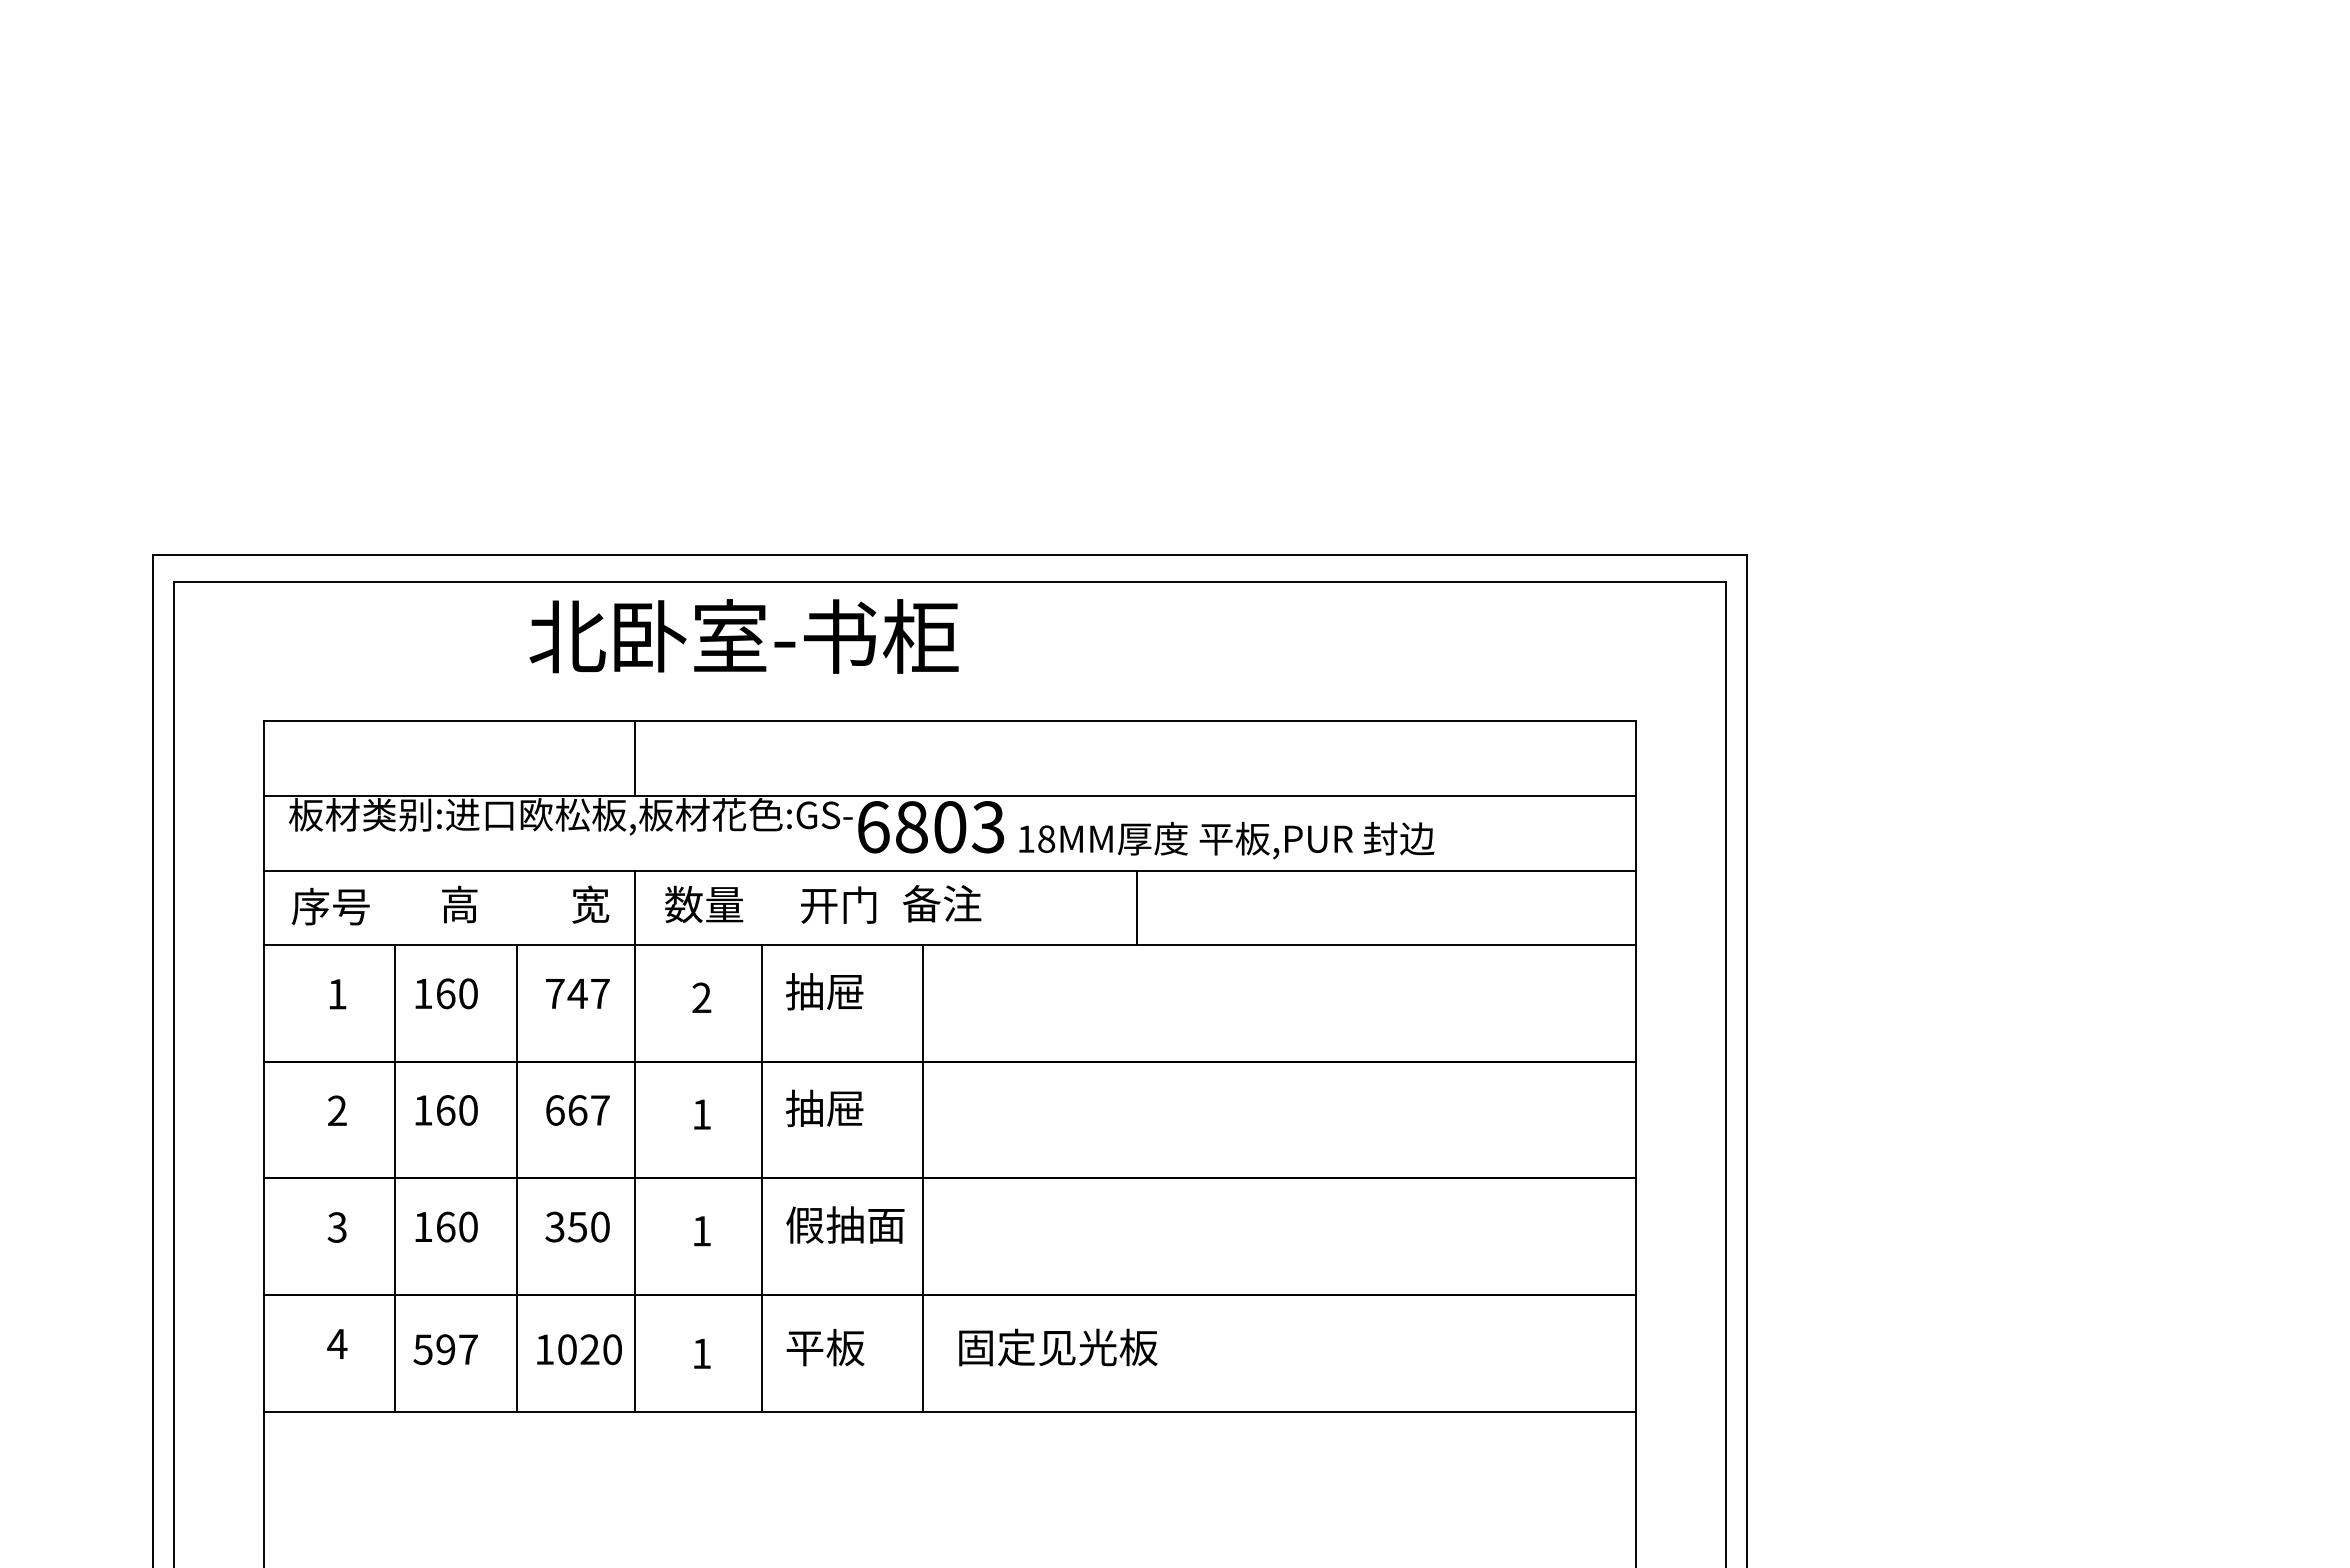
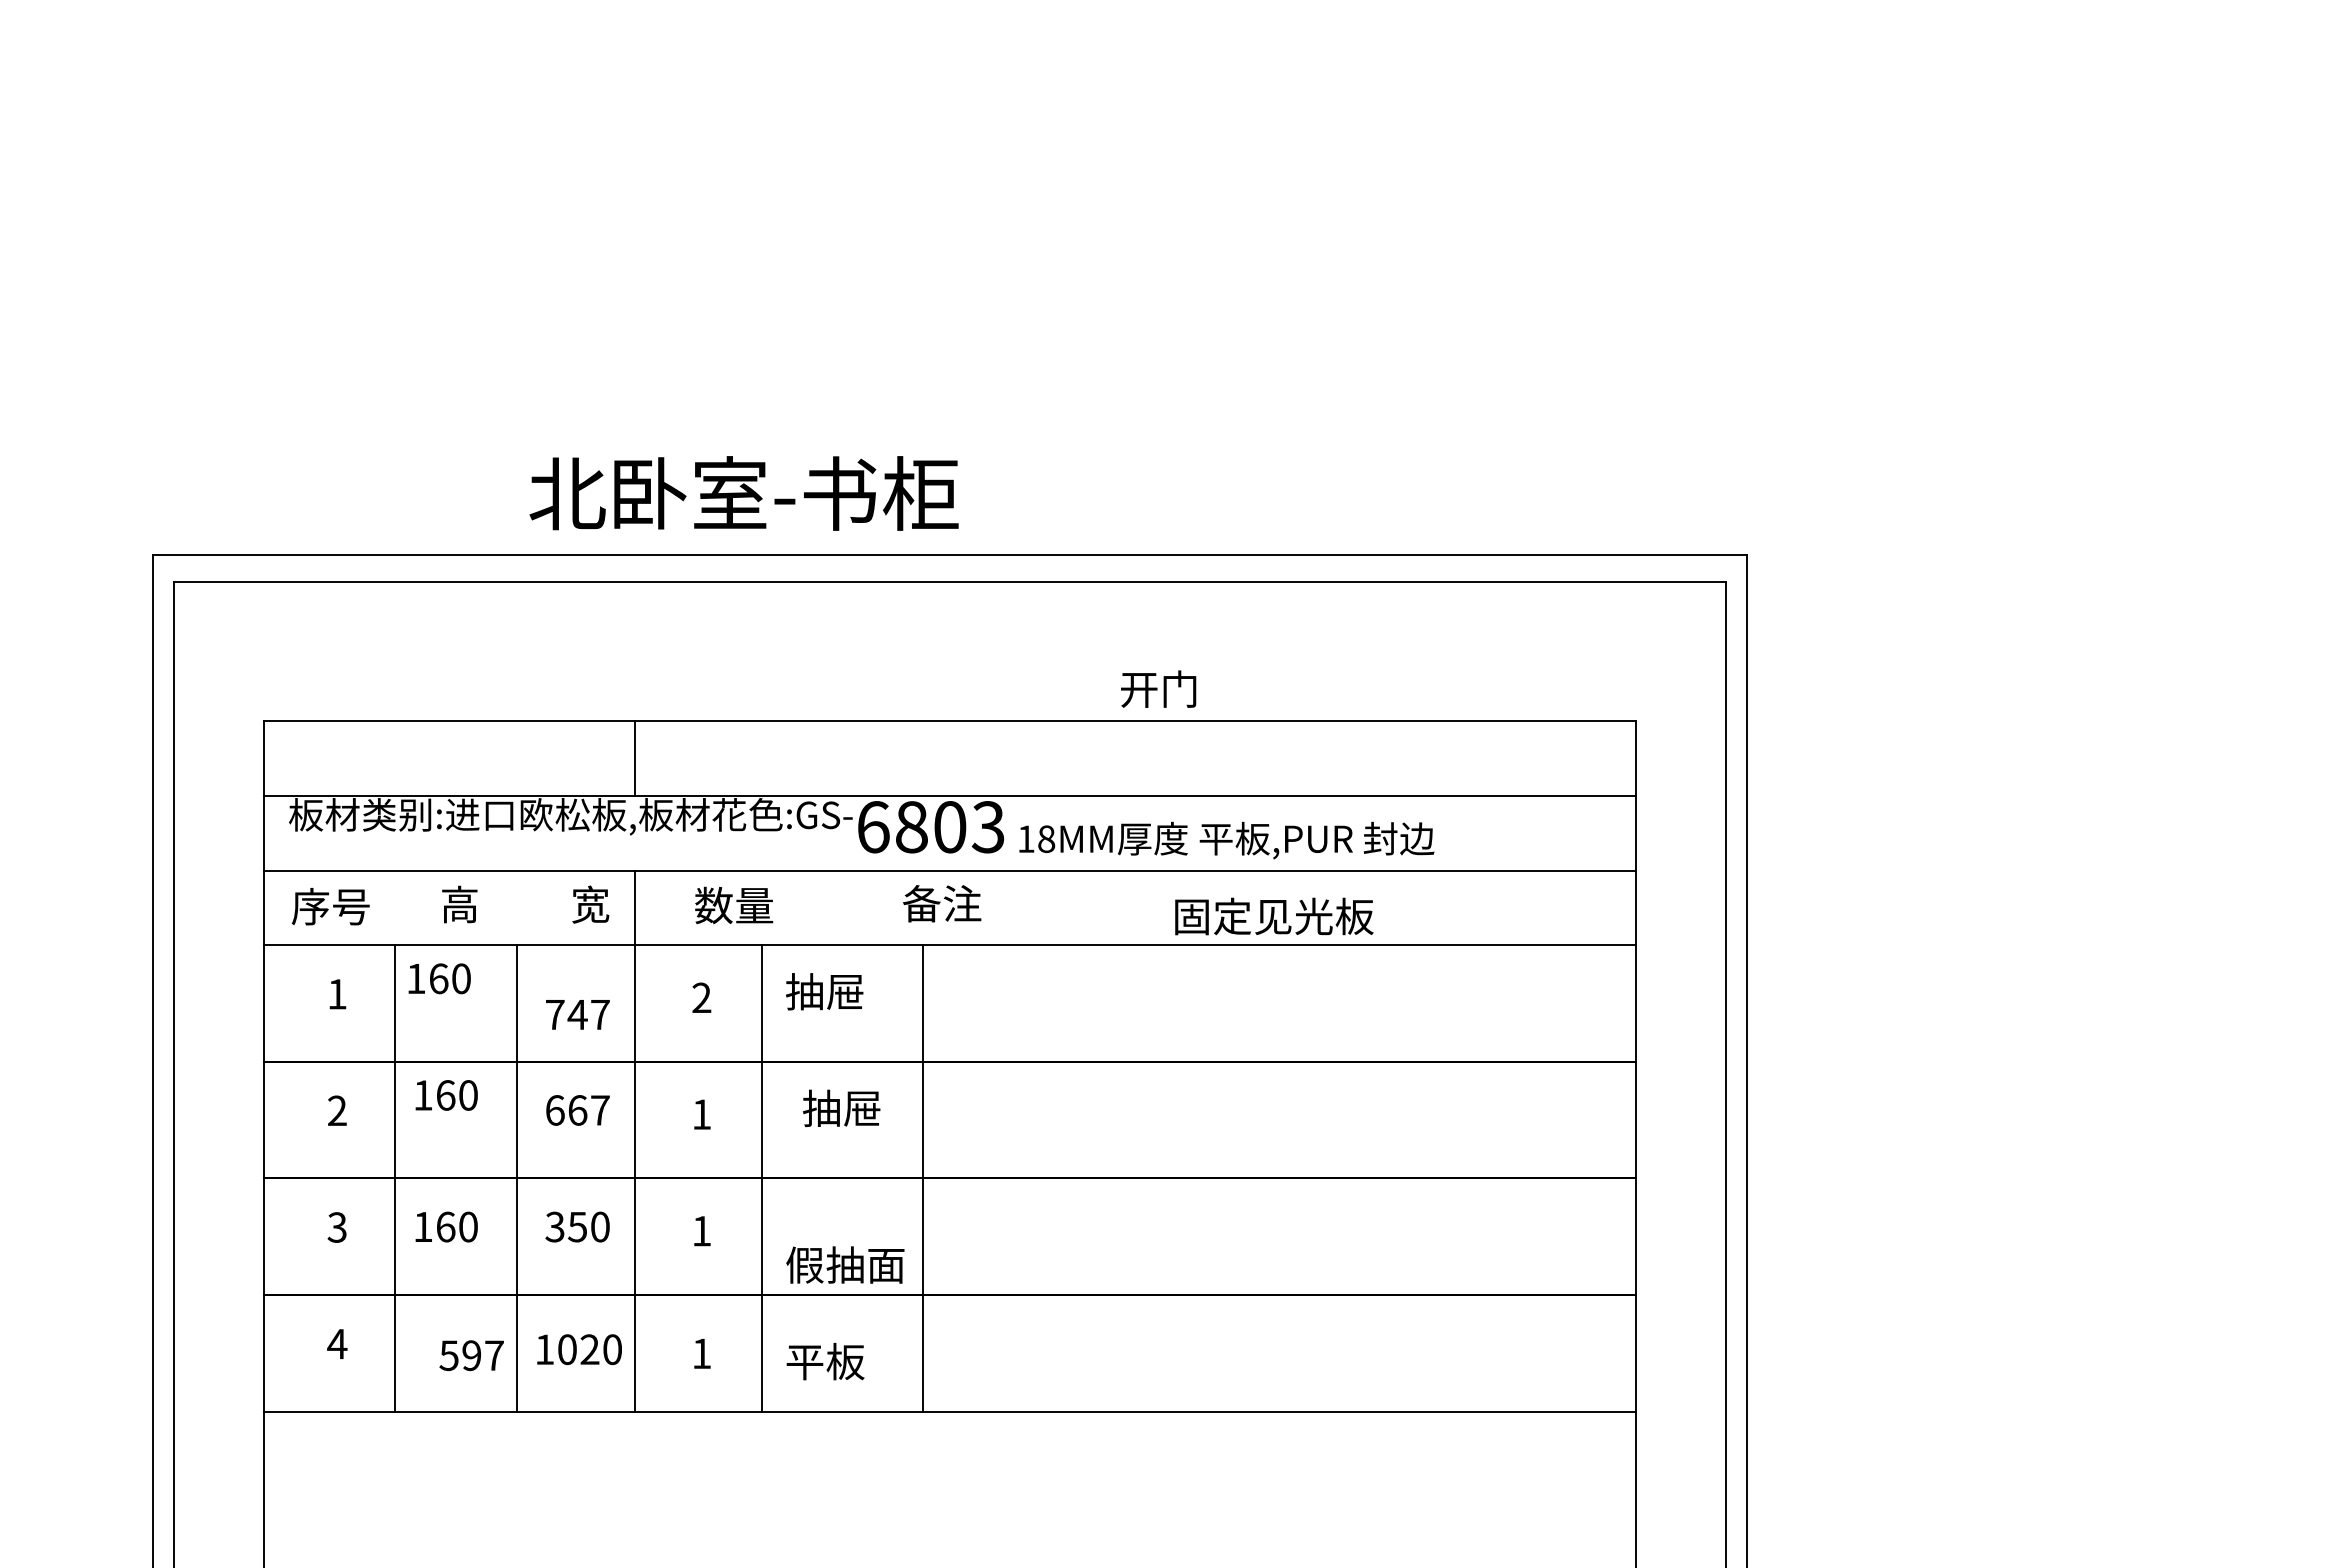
text at (743, 636) position: (743, 636) -> (743, 493)
text at (704, 903) position: (704, 903) -> (734, 904)
text at (838, 904) position: (838, 904) -> (1158, 688)
line at (1136, 907): present -> none
text at (446, 993) position: (446, 993) -> (439, 978)
text at (577, 993) position: (577, 993) -> (577, 1014)
text at (824, 1107) position: (824, 1107) -> (841, 1107)
text at (446, 1110) position: (446, 1110) -> (446, 1095)
text at (845, 1224) position: (845, 1224) -> (845, 1264)
text at (825, 1347) position: (825, 1347) -> (825, 1361)
text at (1058, 1347) position: (1058, 1347) -> (1274, 916)
text at (445, 1349) position: (445, 1349) -> (471, 1355)
